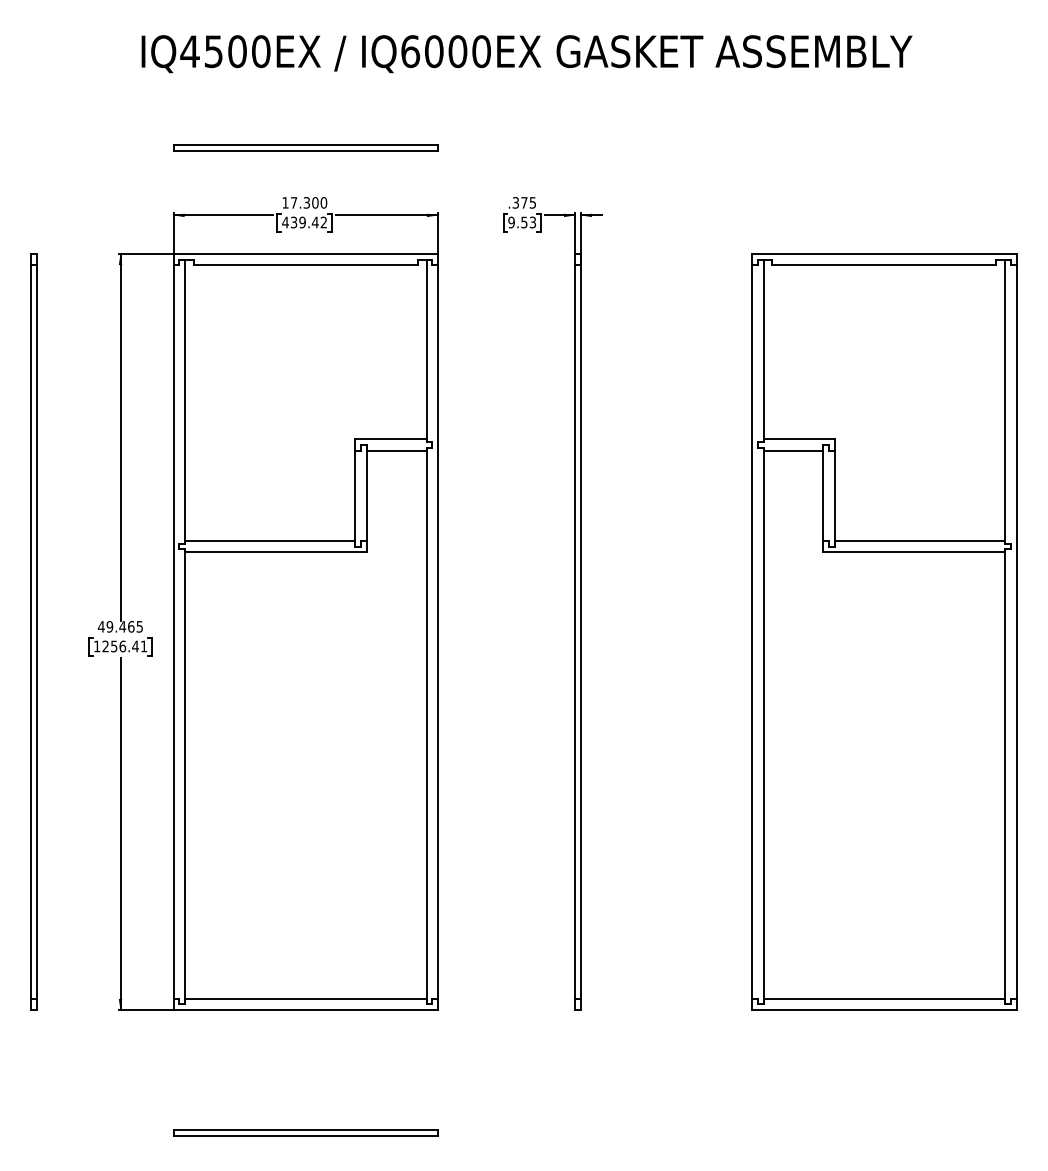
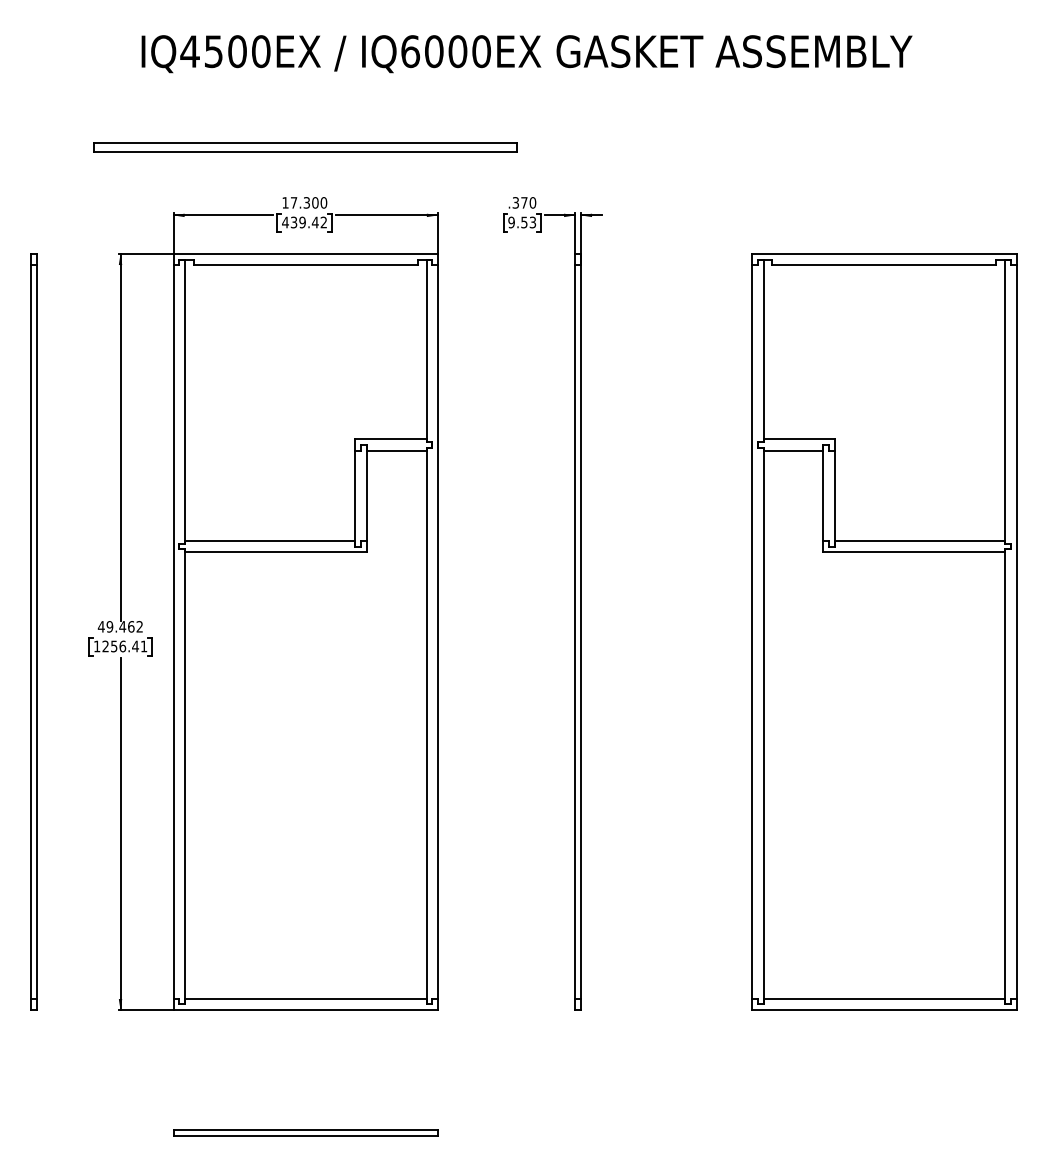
part at (305, 147) size: 266x8 px -> 425x11 px
text at (532, 202): .375 -> .370
text at (139, 626): 49.465 -> 49.462
